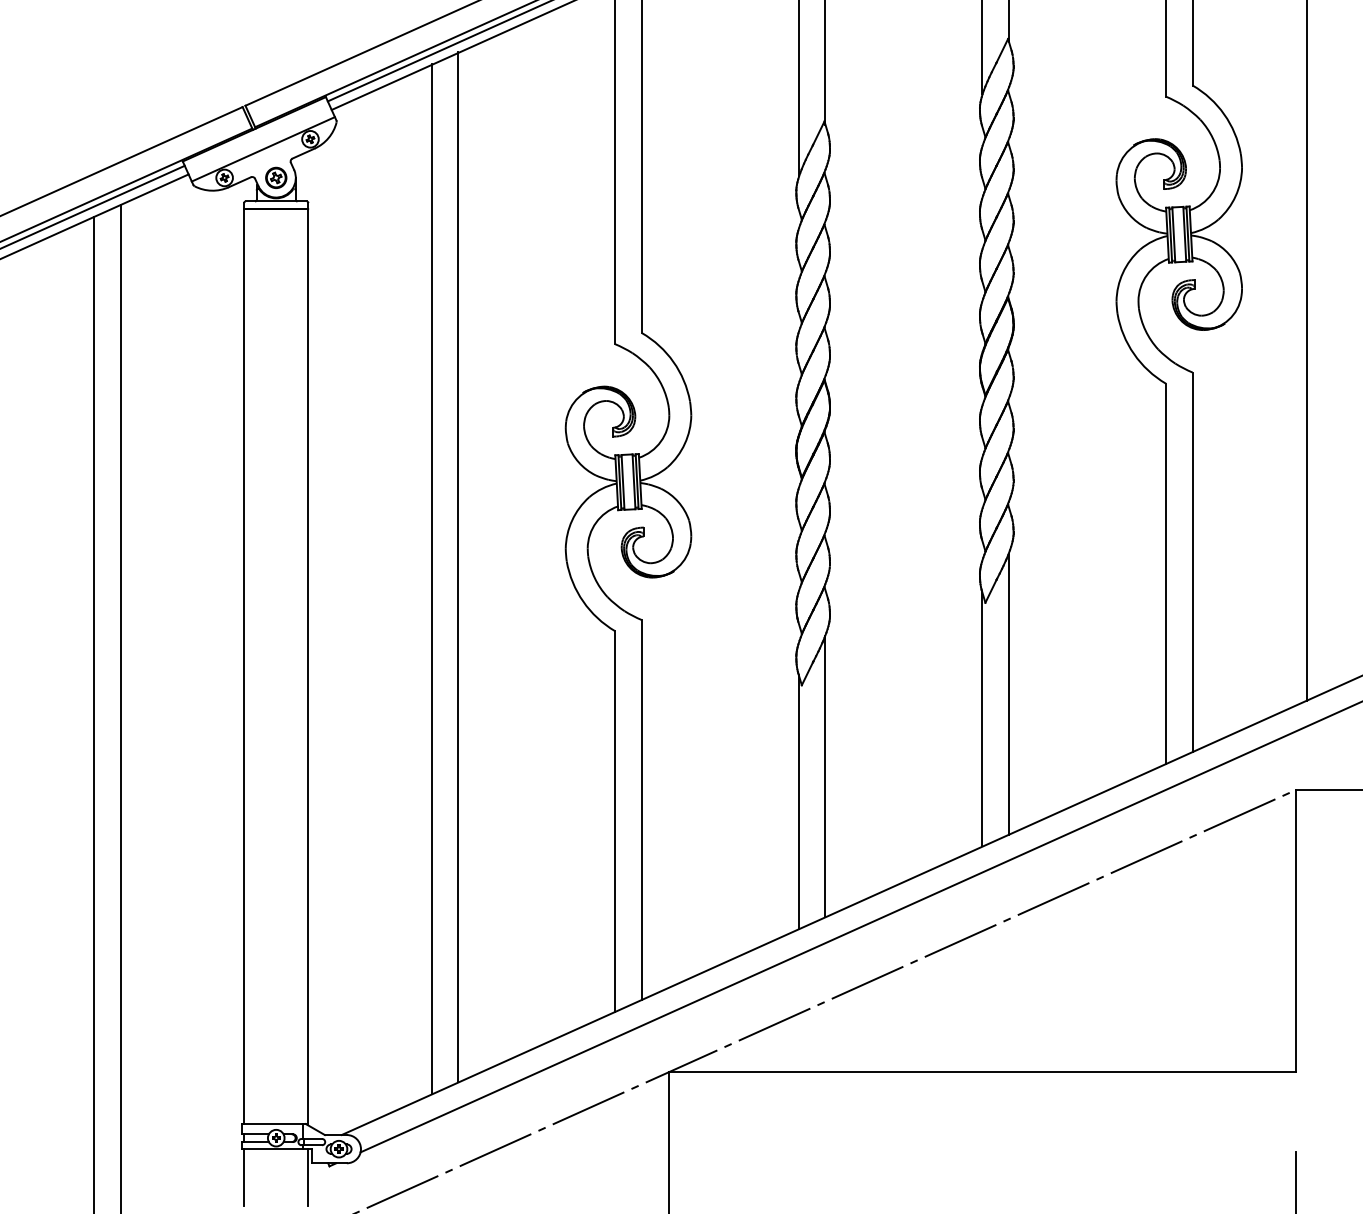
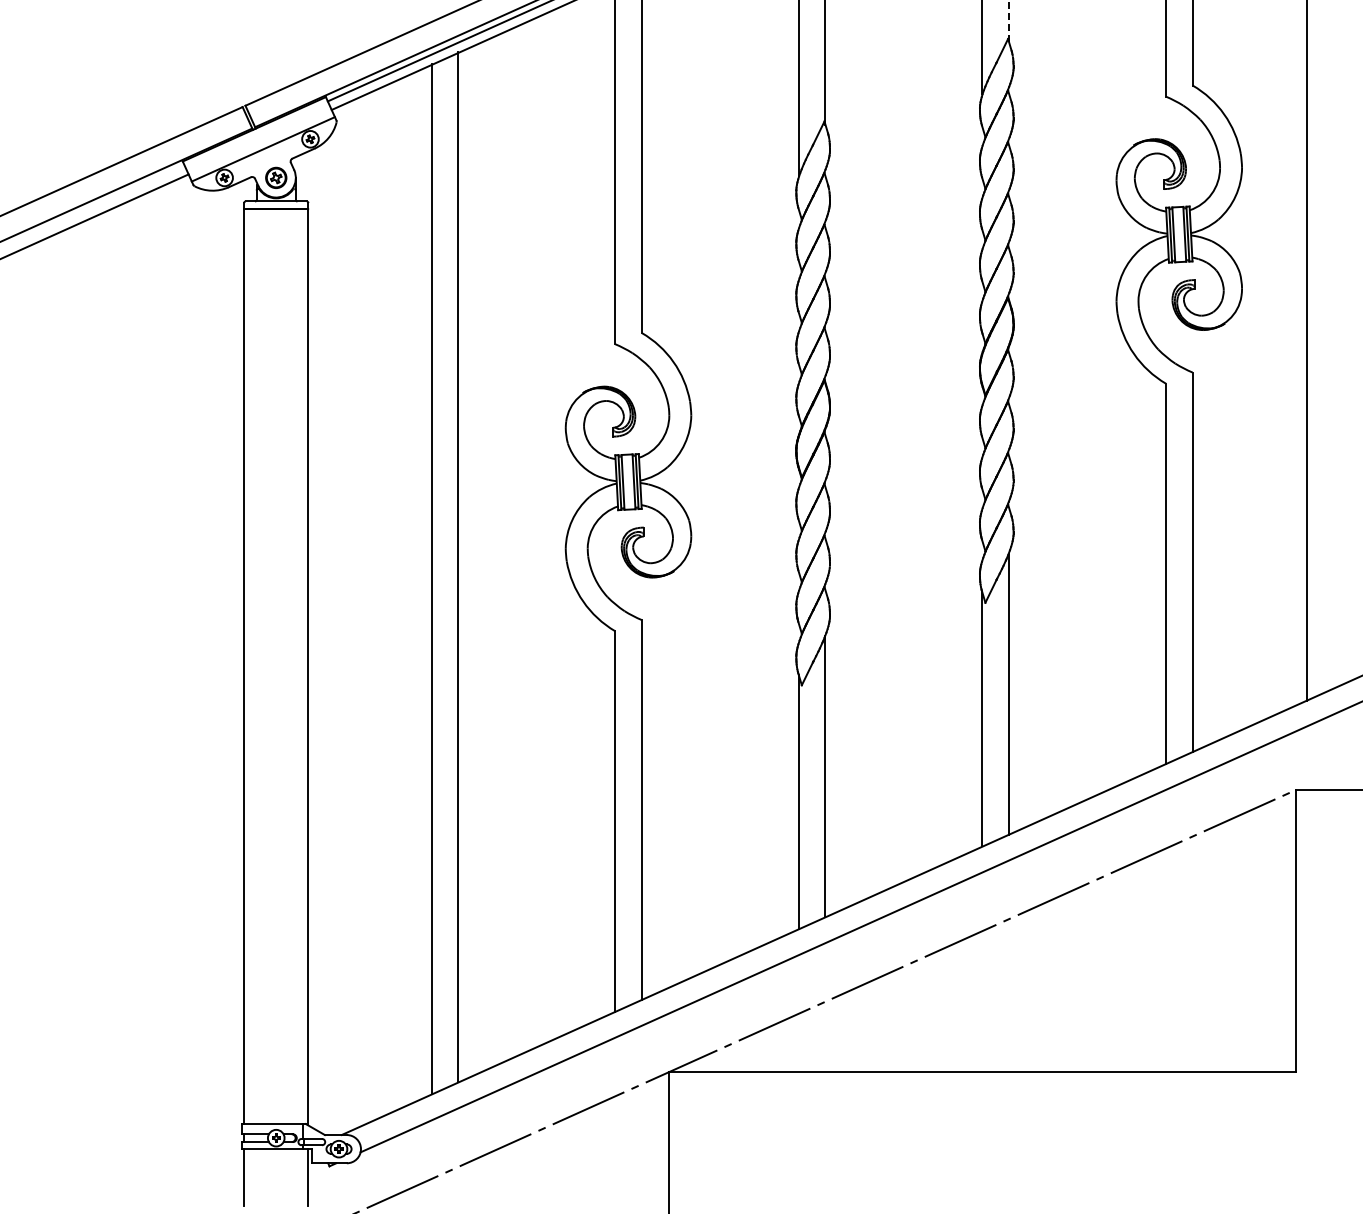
line at (1009, 21): solid -> dashed
line at (93, 206): present -> none
line at (120, 707): present -> none
line at (94, 713): present -> none
line at (1296, 1181): present -> none
